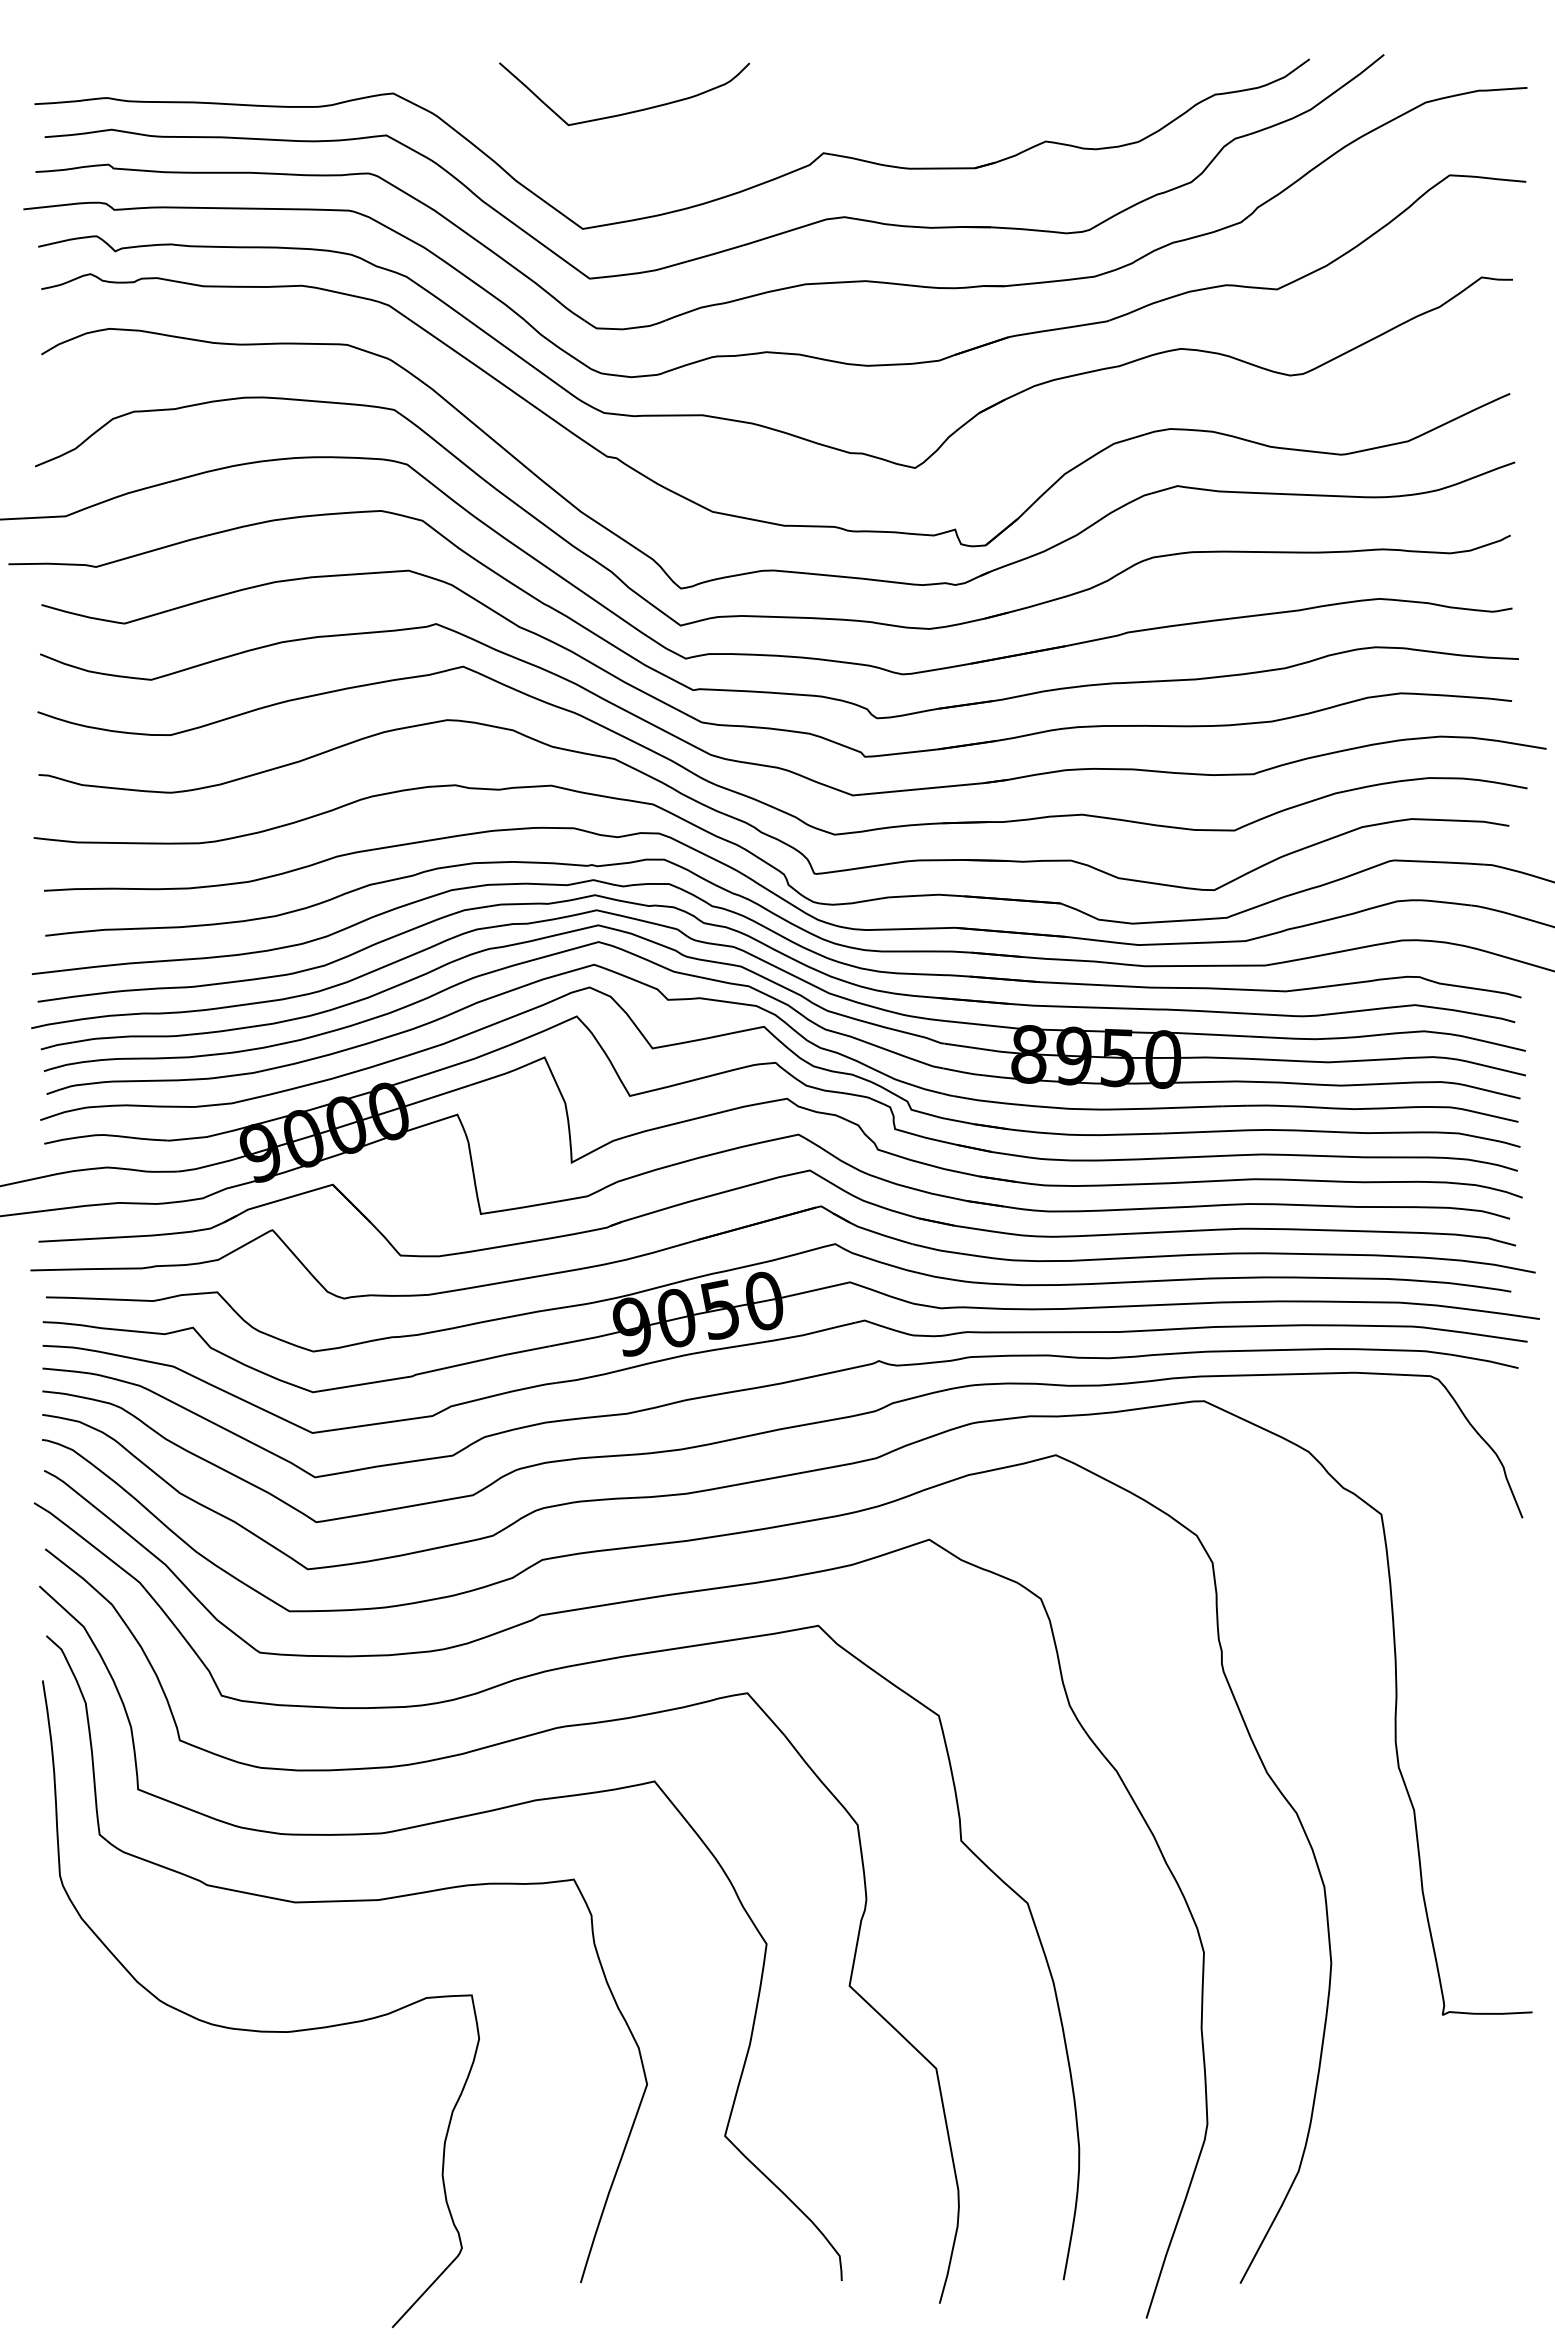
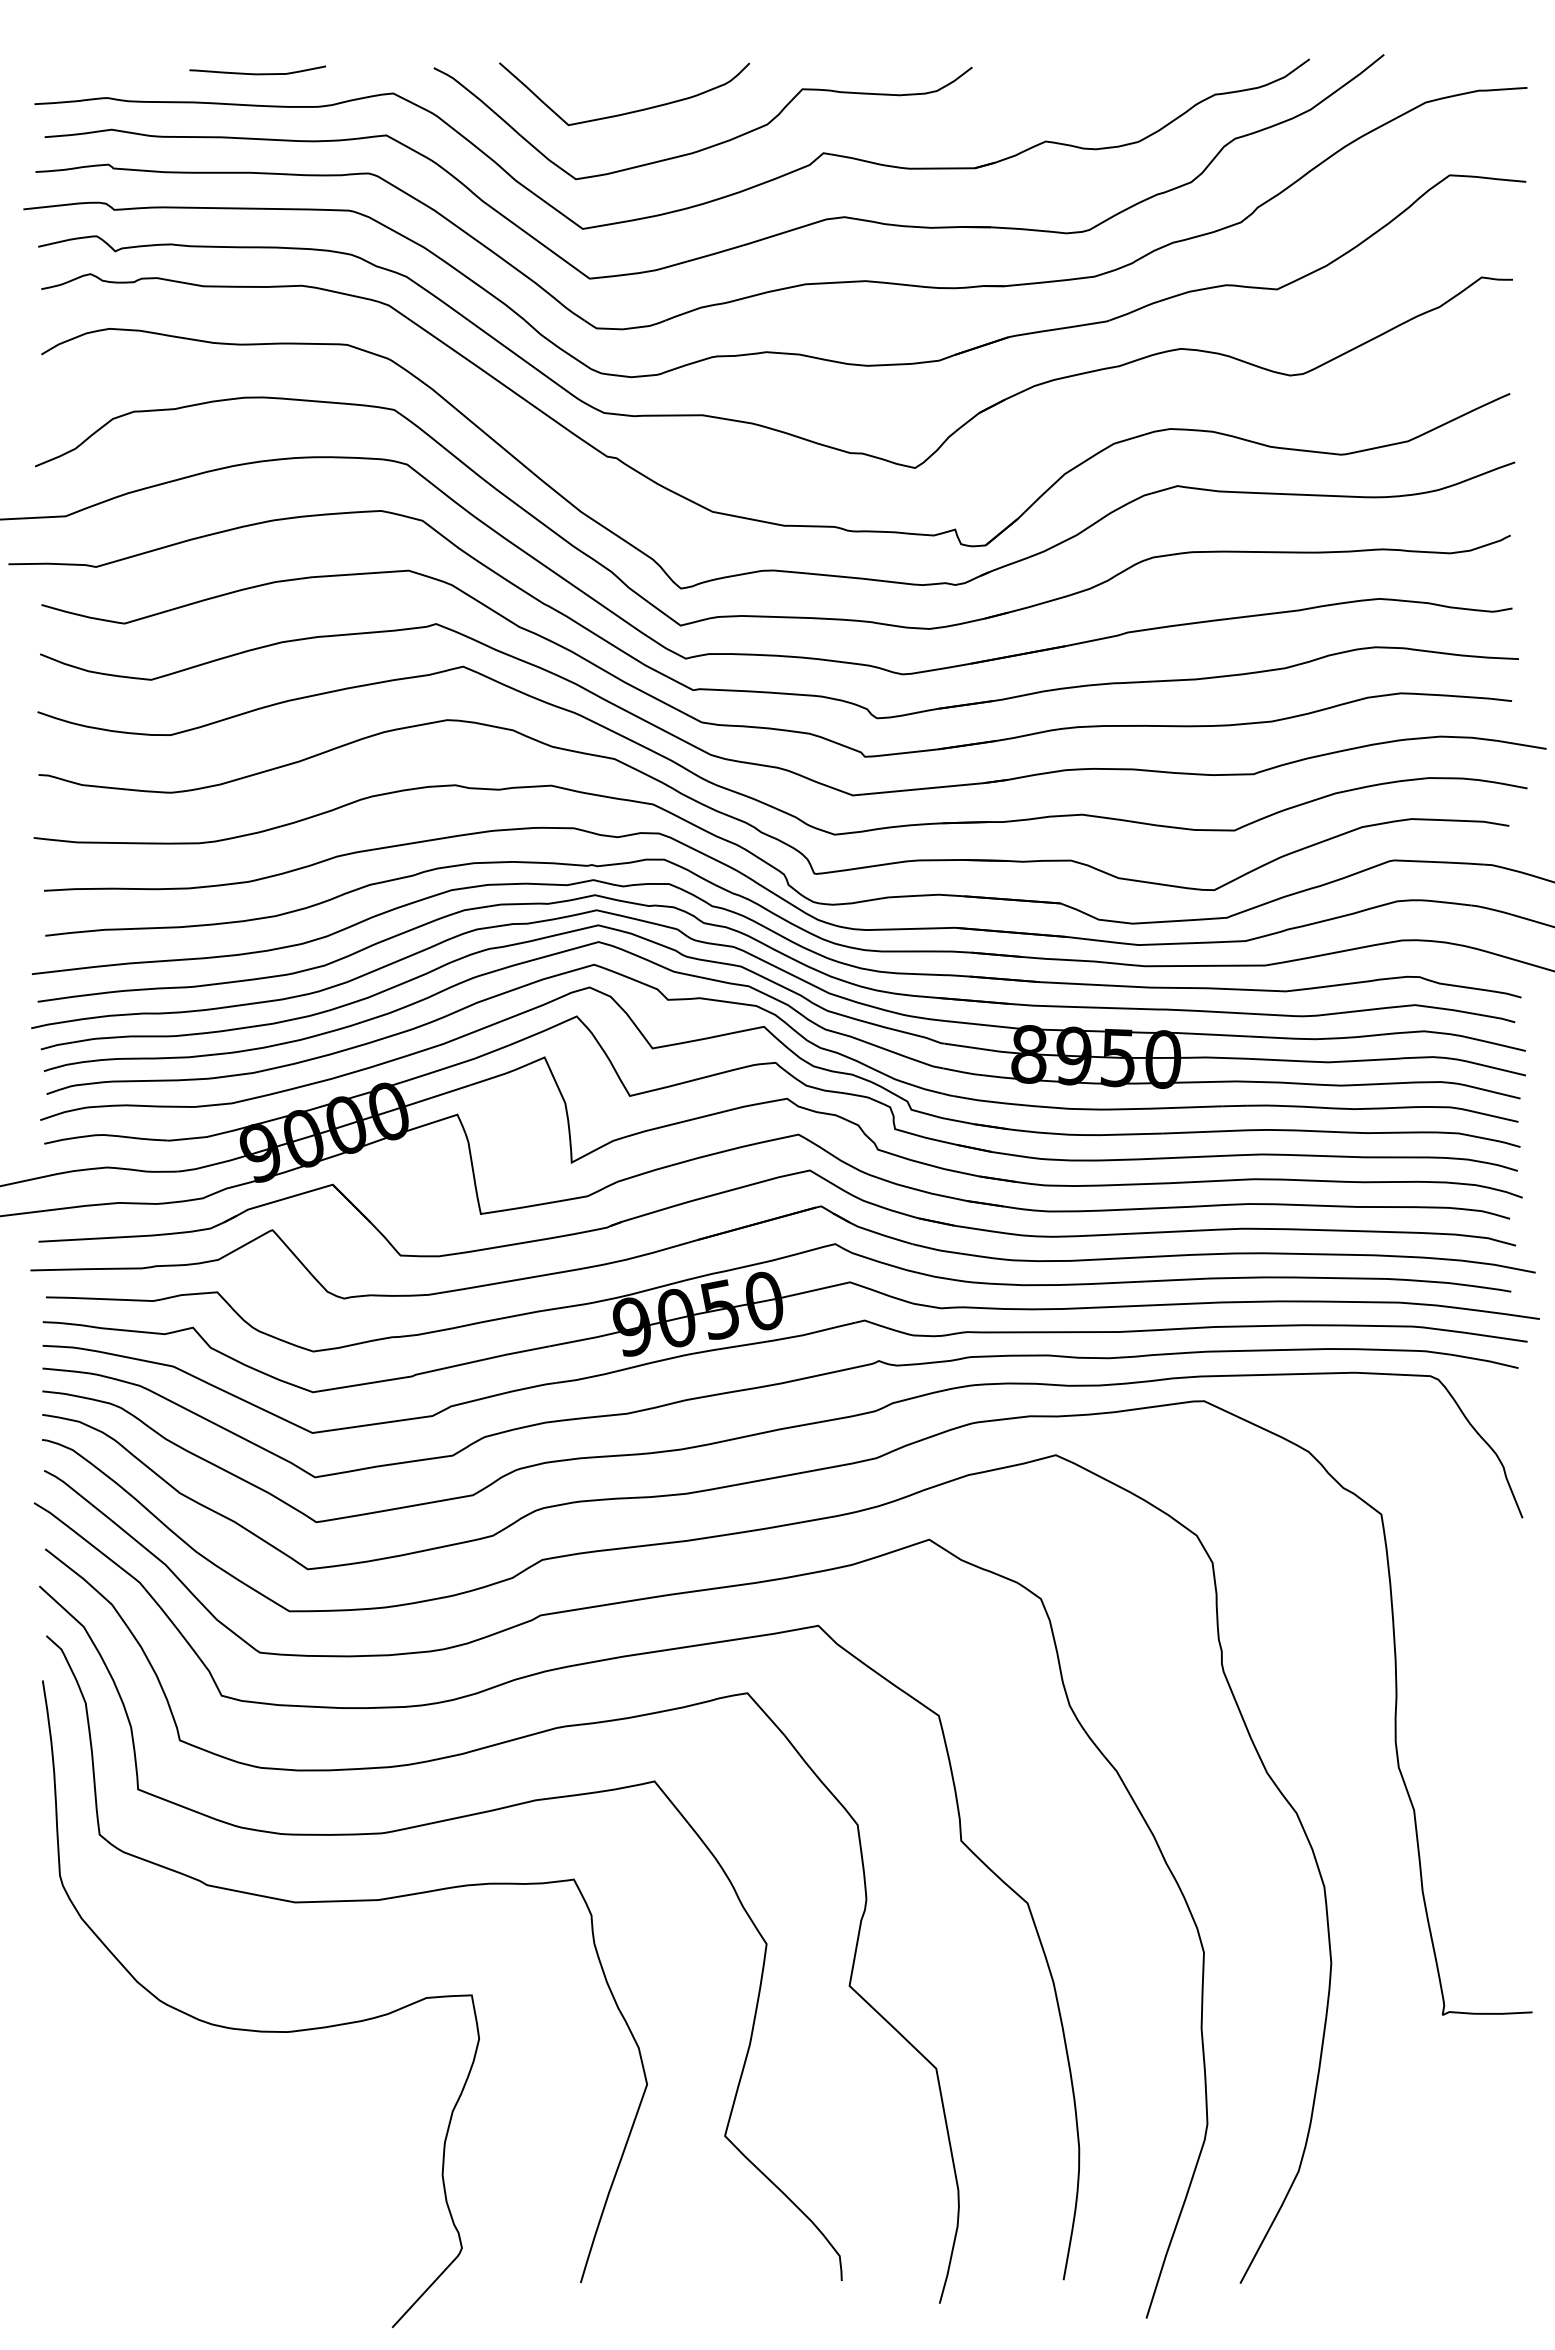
curve at (257, 73): none -> present
curve at (711, 145): none -> present
